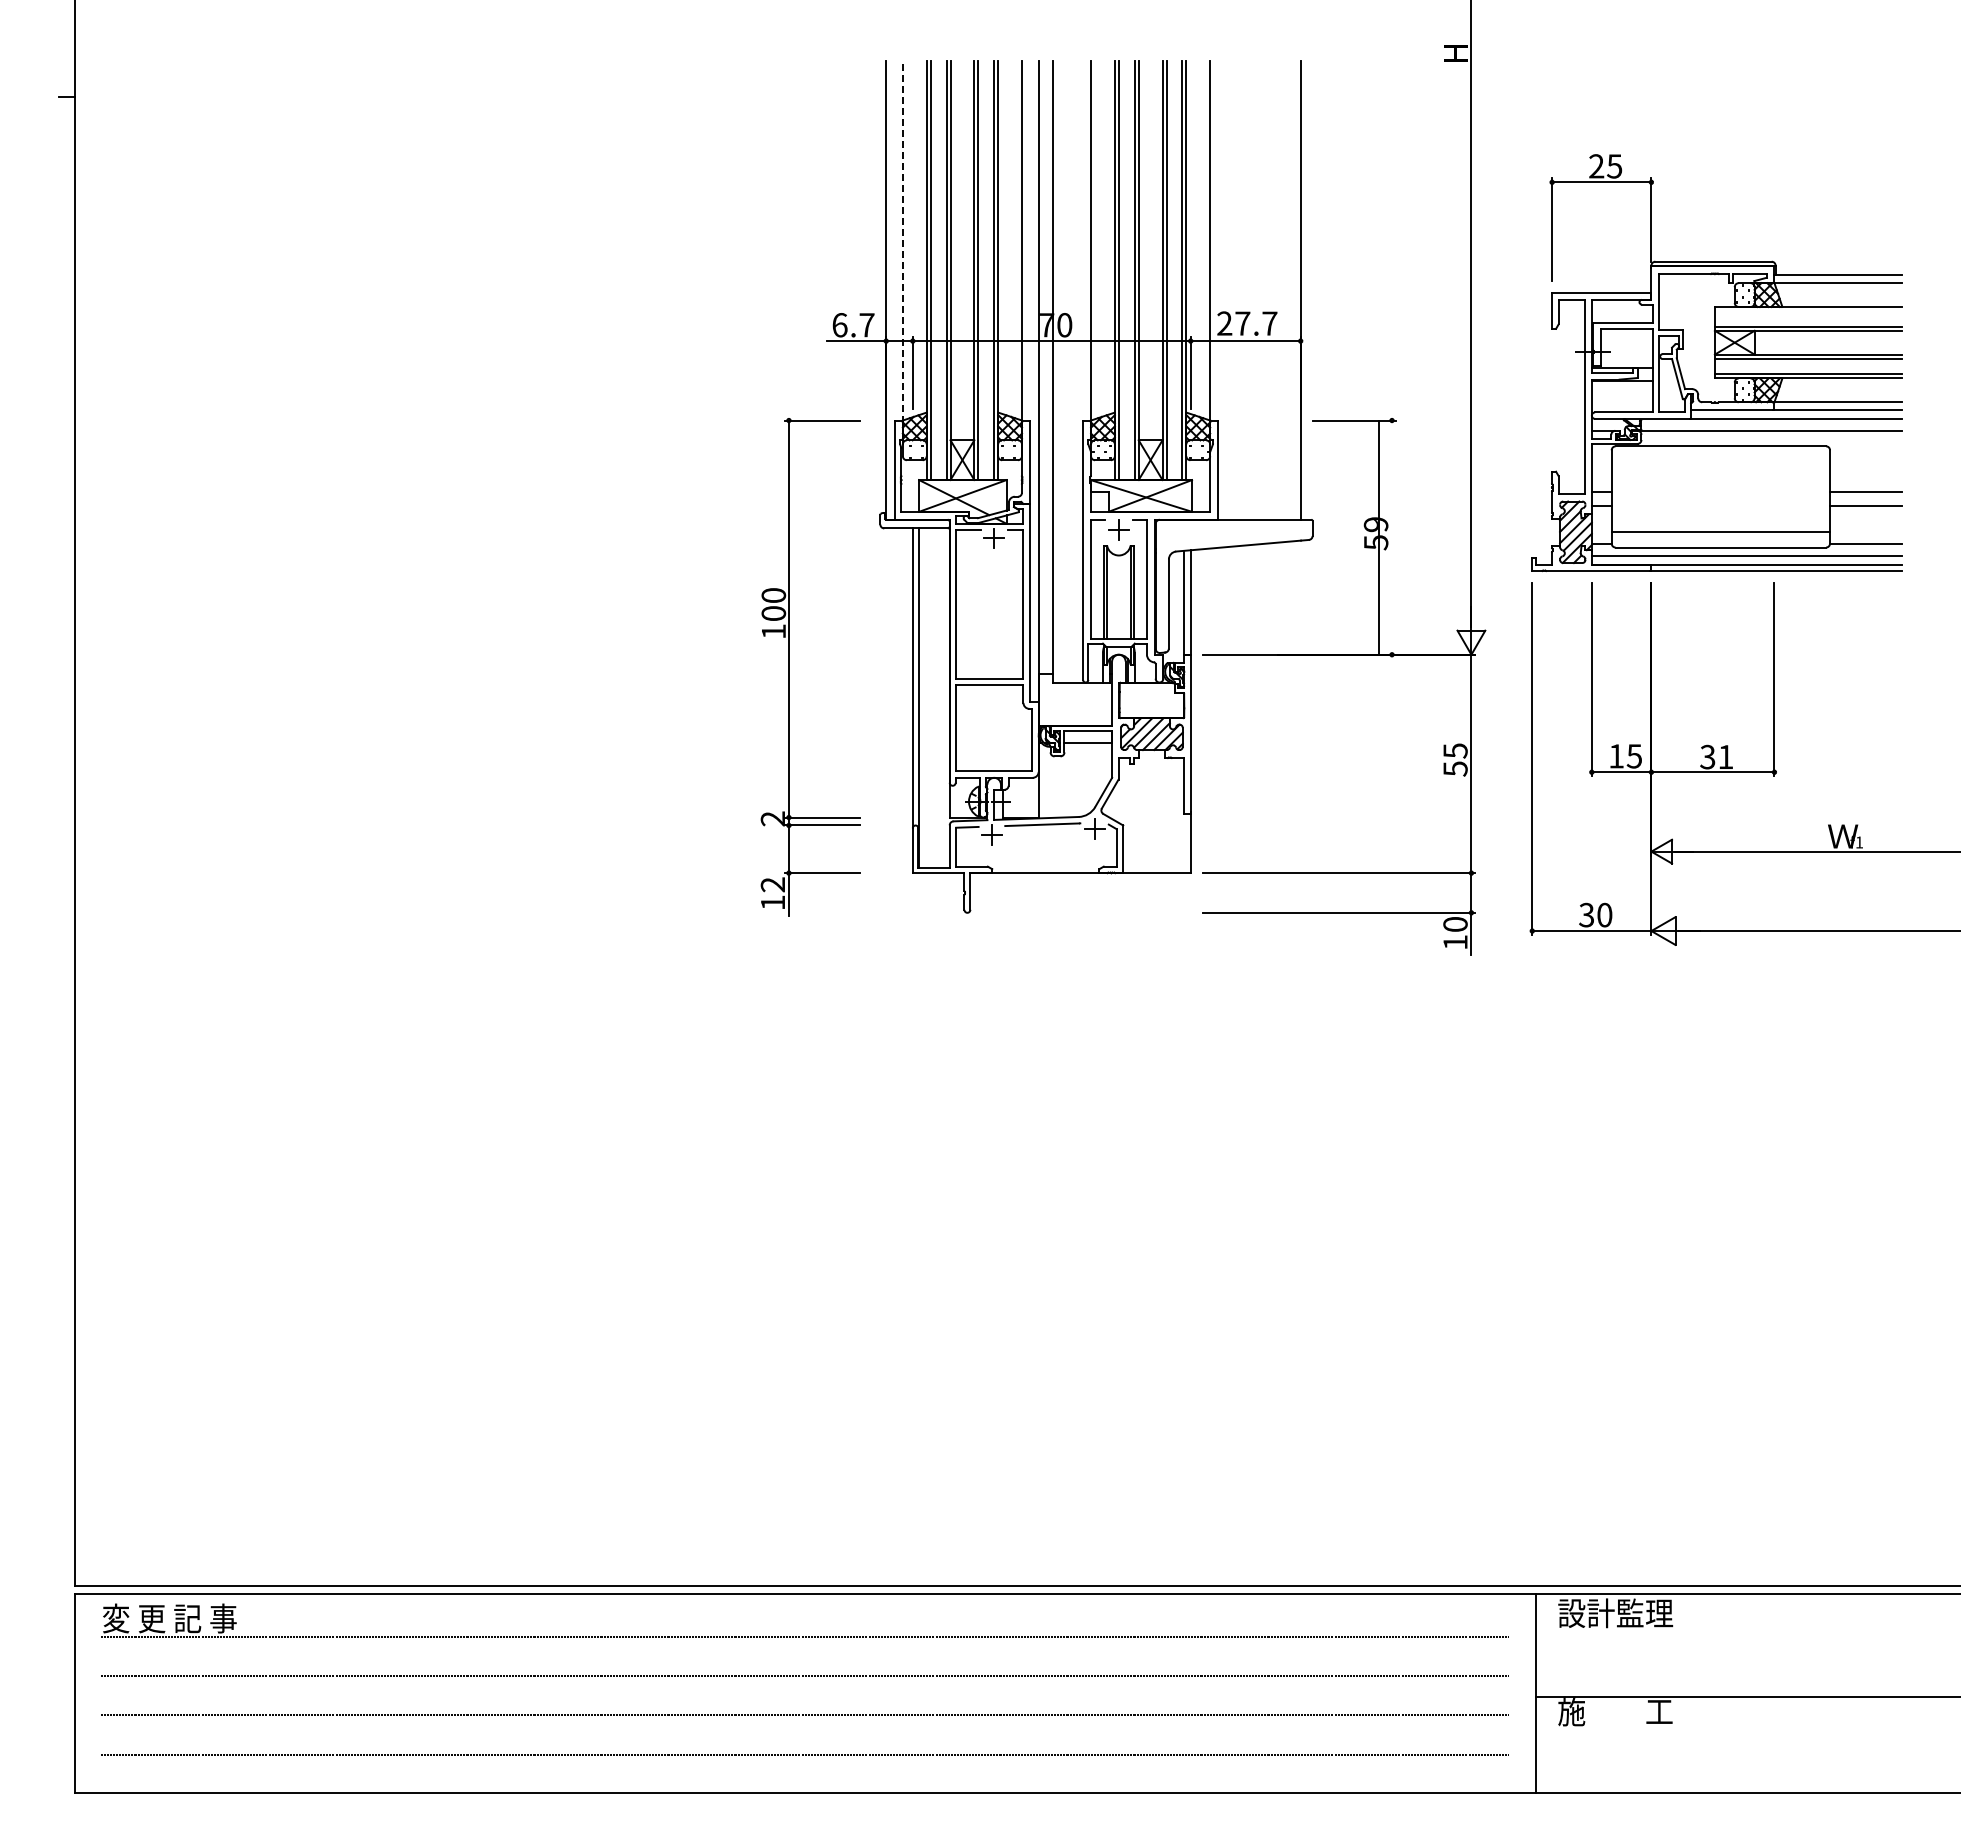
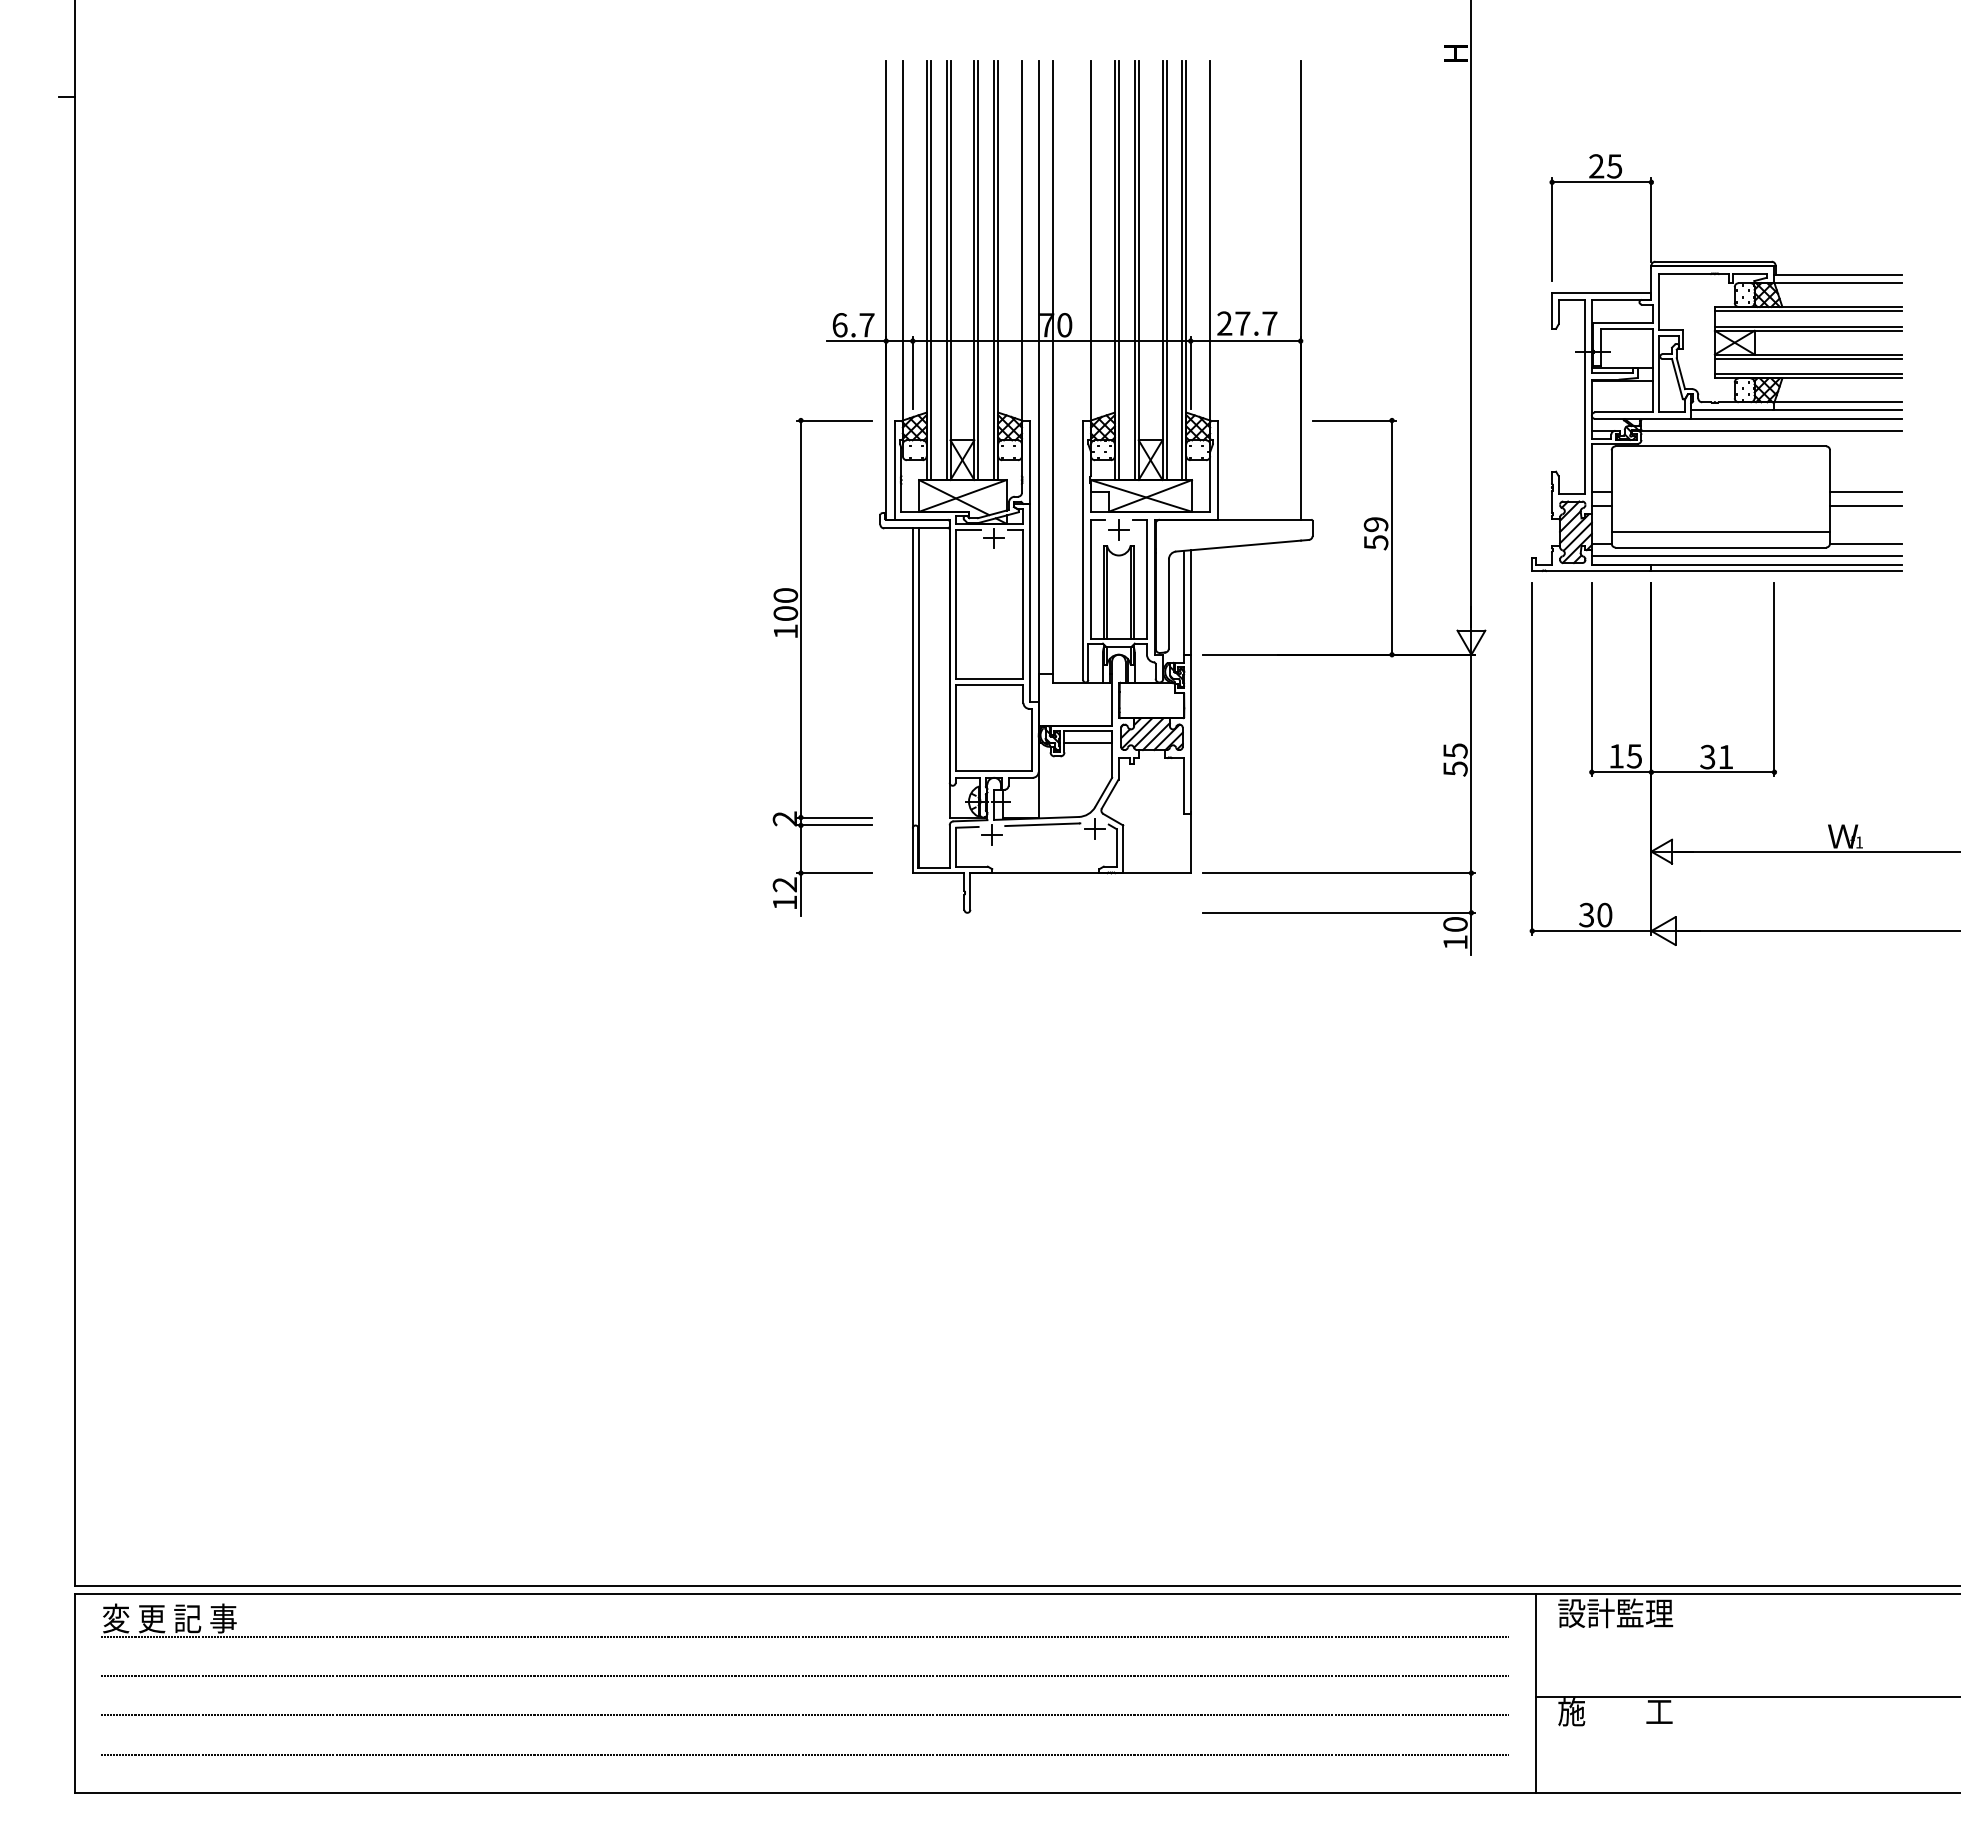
line at (902, 241): dashed -> solid
line at (1807, 310): none -> present
line at (1379, 537) position: (1379, 537) -> (1392, 537)
part at (789, 667) position: (789, 667) -> (801, 667)
